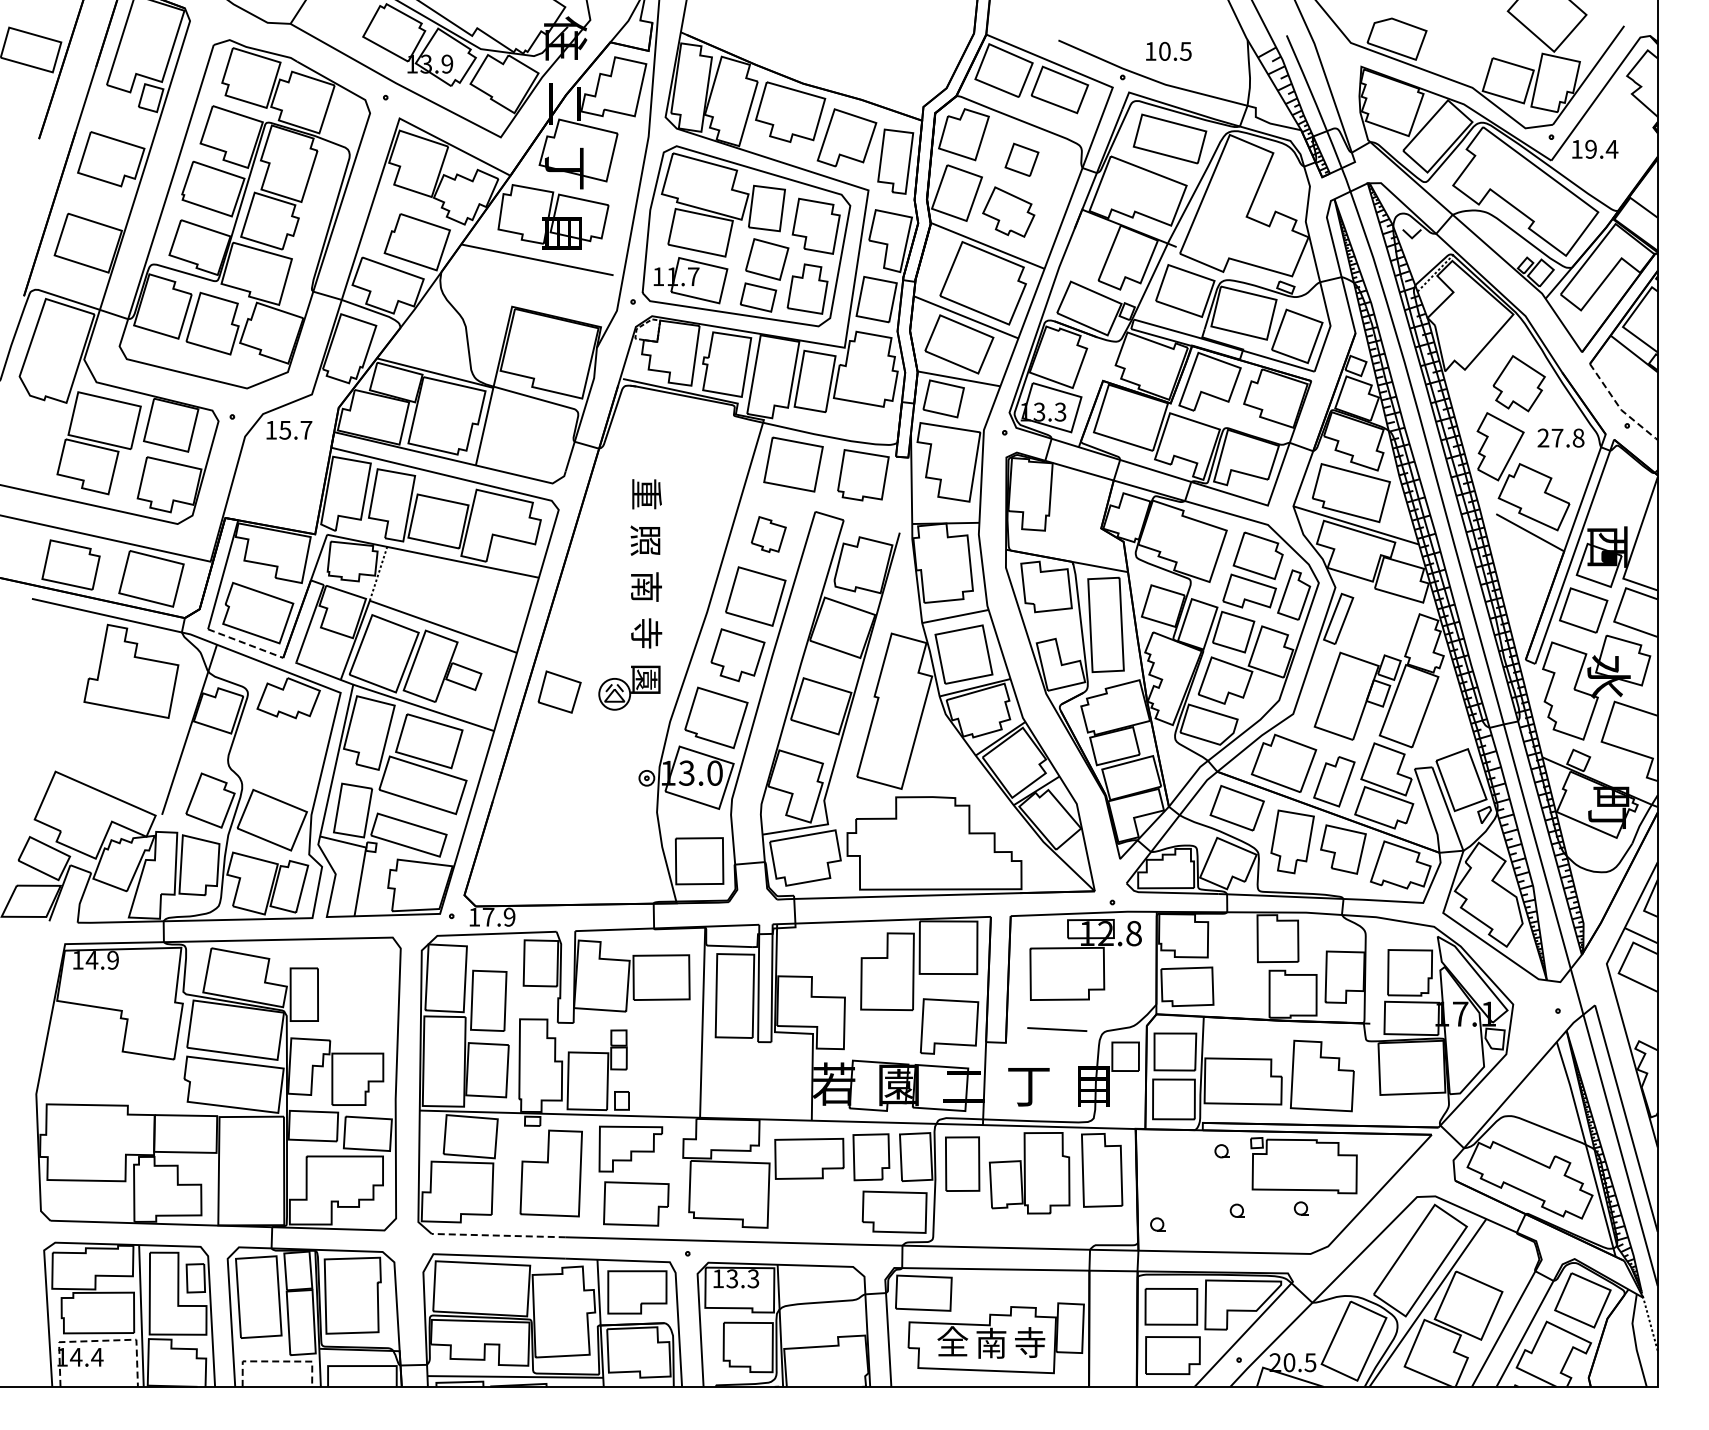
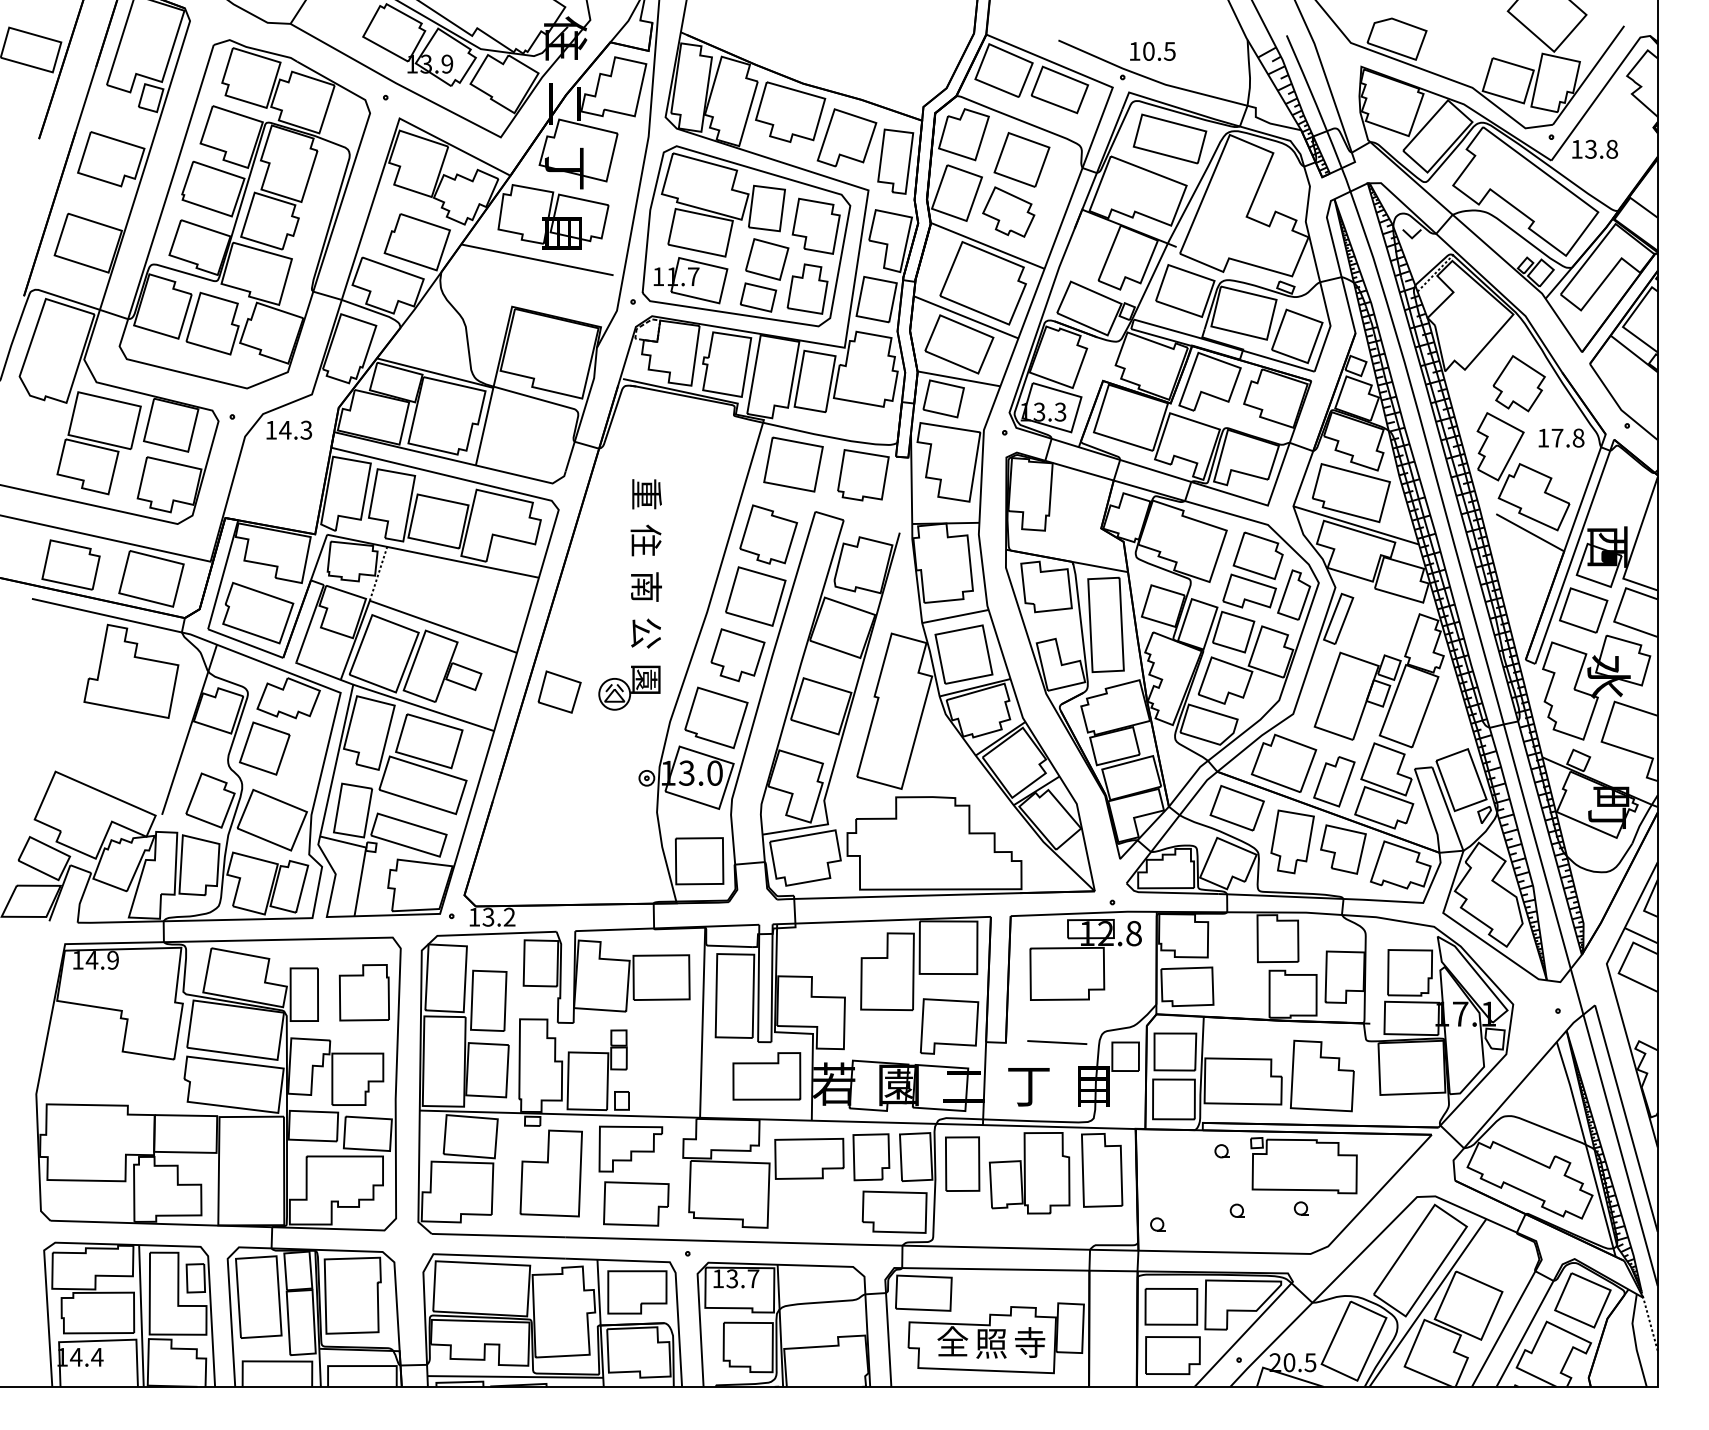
text at (1168, 51) position: (1168, 51) -> (1152, 51)
text at (1601, 148): 19.4 -> 13.8
part at (1021, 159) size: 36x35 px -> 58x56 px
line at (1619, 407): dashed -> solid
text at (295, 429): 15.7 -> 14.3
text at (1543, 437): 27.8 -> 17.8
part at (768, 534) size: 37x37 px -> 60x61 px
text at (645, 540): 照 -> 住
text at (646, 633): 寺 -> 公
line at (246, 643): dashed -> solid
part at (264, 748): none -> present
text at (498, 916): 17.9 -> 13.2
part at (363, 992): none -> present
line at (1057, 1029) position: (1057, 1029) -> (1057, 1042)
part at (766, 1076): none -> present
line at (498, 1235): dashed -> solid
text at (753, 1278): 13.3 -> 13.7
line at (99, 1340): dashed -> solid
text at (991, 1342): 南 -> 照
line at (277, 1361): dashed -> solid
